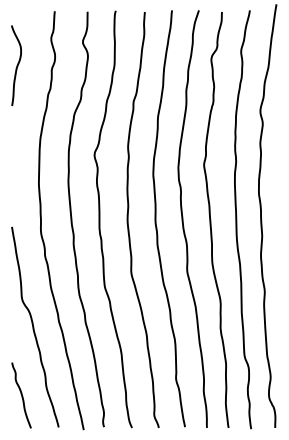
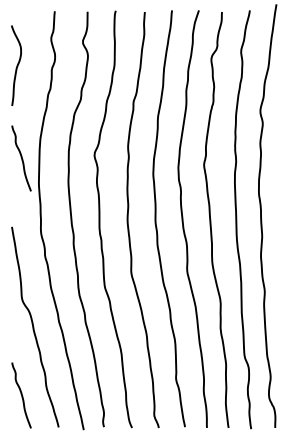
curve at (21, 158): none -> present
